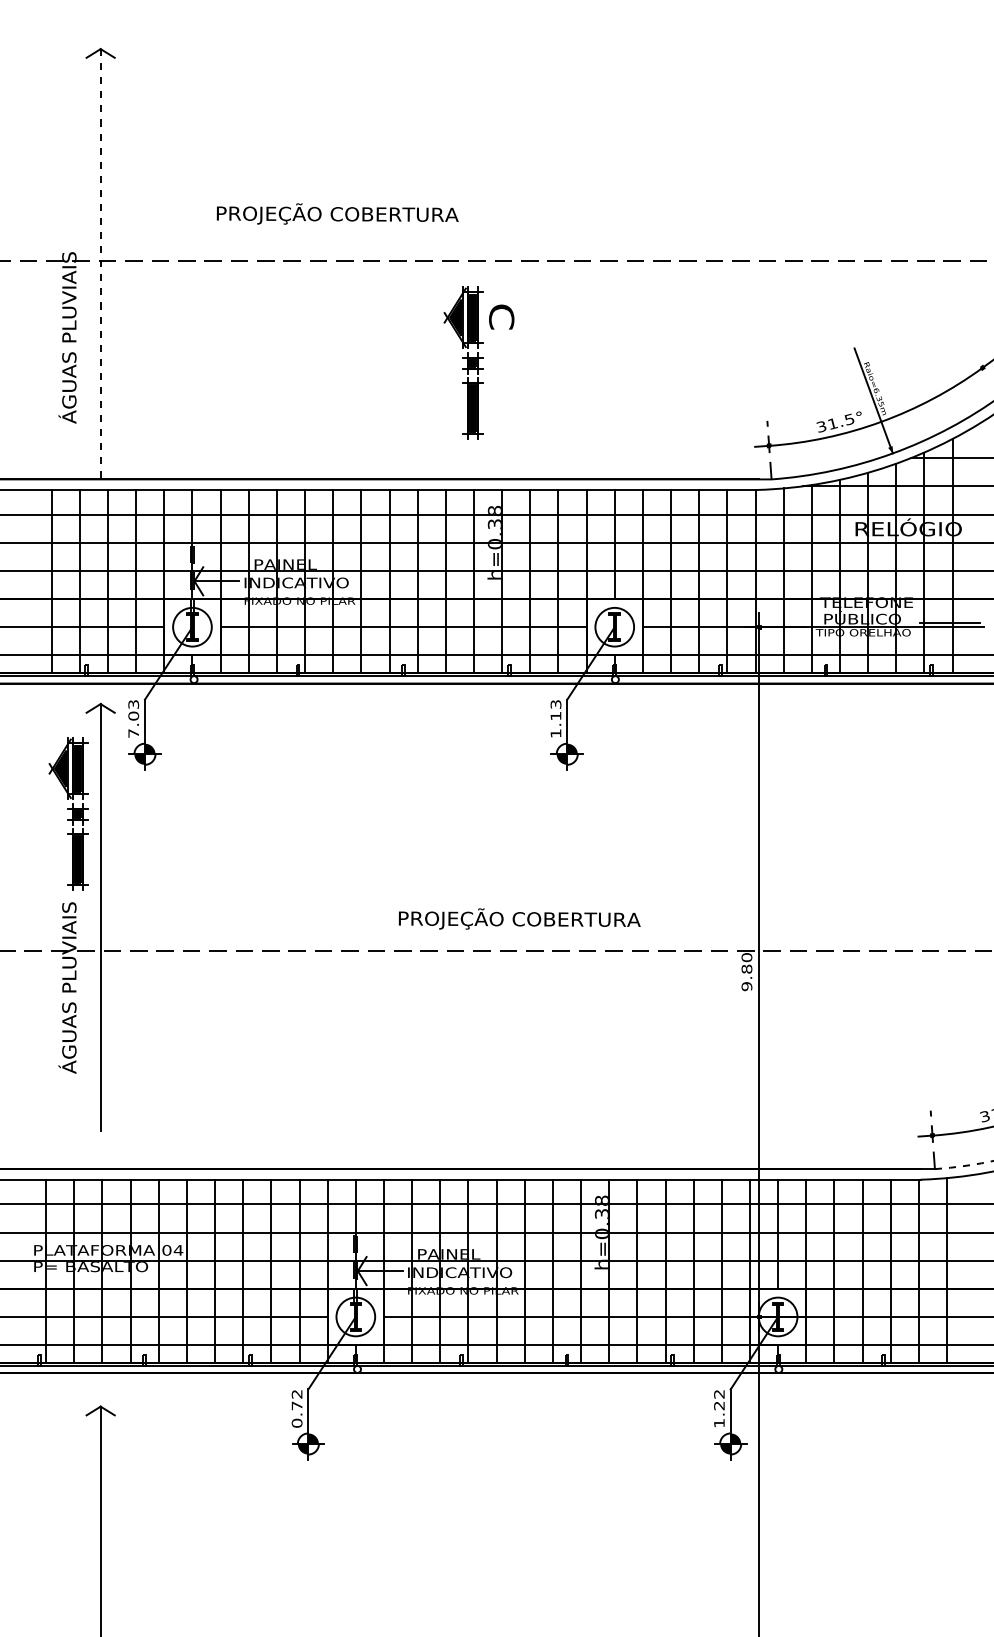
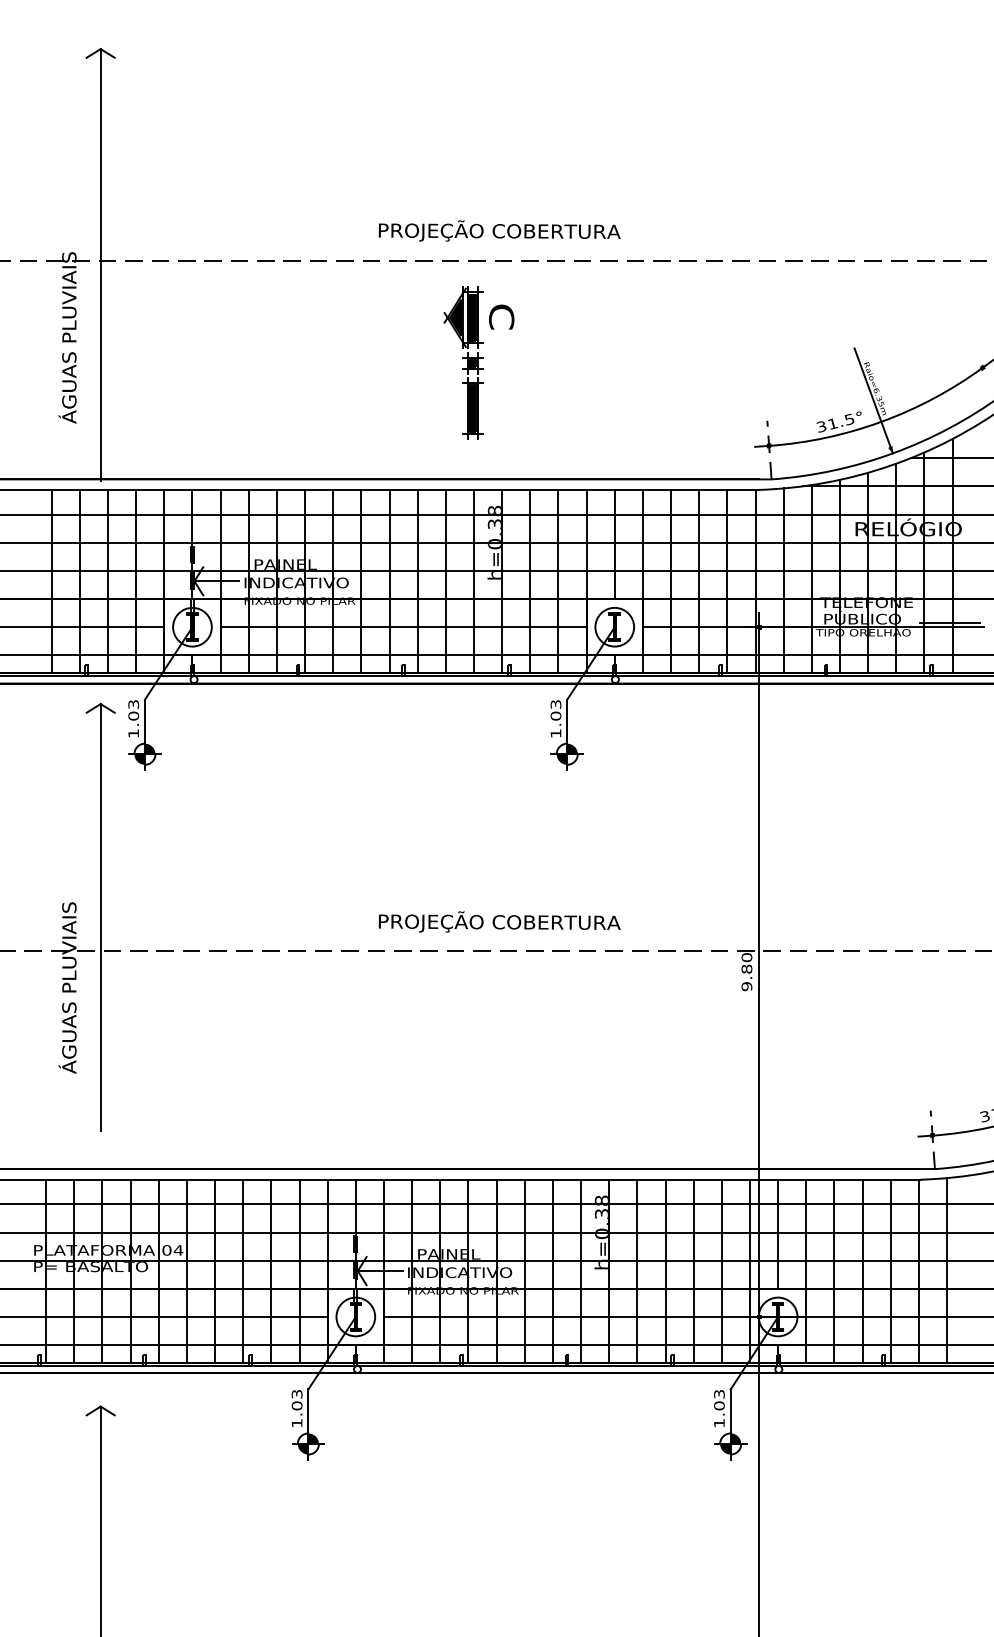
text at (337, 213) position: (337, 213) -> (499, 230)
line at (100, 265): dashed -> solid
text at (555, 715): 1.13 -> 1.03
text at (133, 733): 7.03 -> 1.03
part at (68, 813): present -> none
text at (519, 918) position: (519, 918) -> (499, 921)
arc at (965, 1165): dashed -> solid
text at (719, 1400): 1.22 -> 1.03
text at (296, 1408): 0.72 -> 1.03
